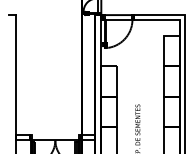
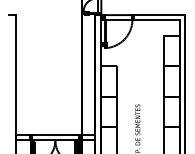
line at (55, 135): none -> present
